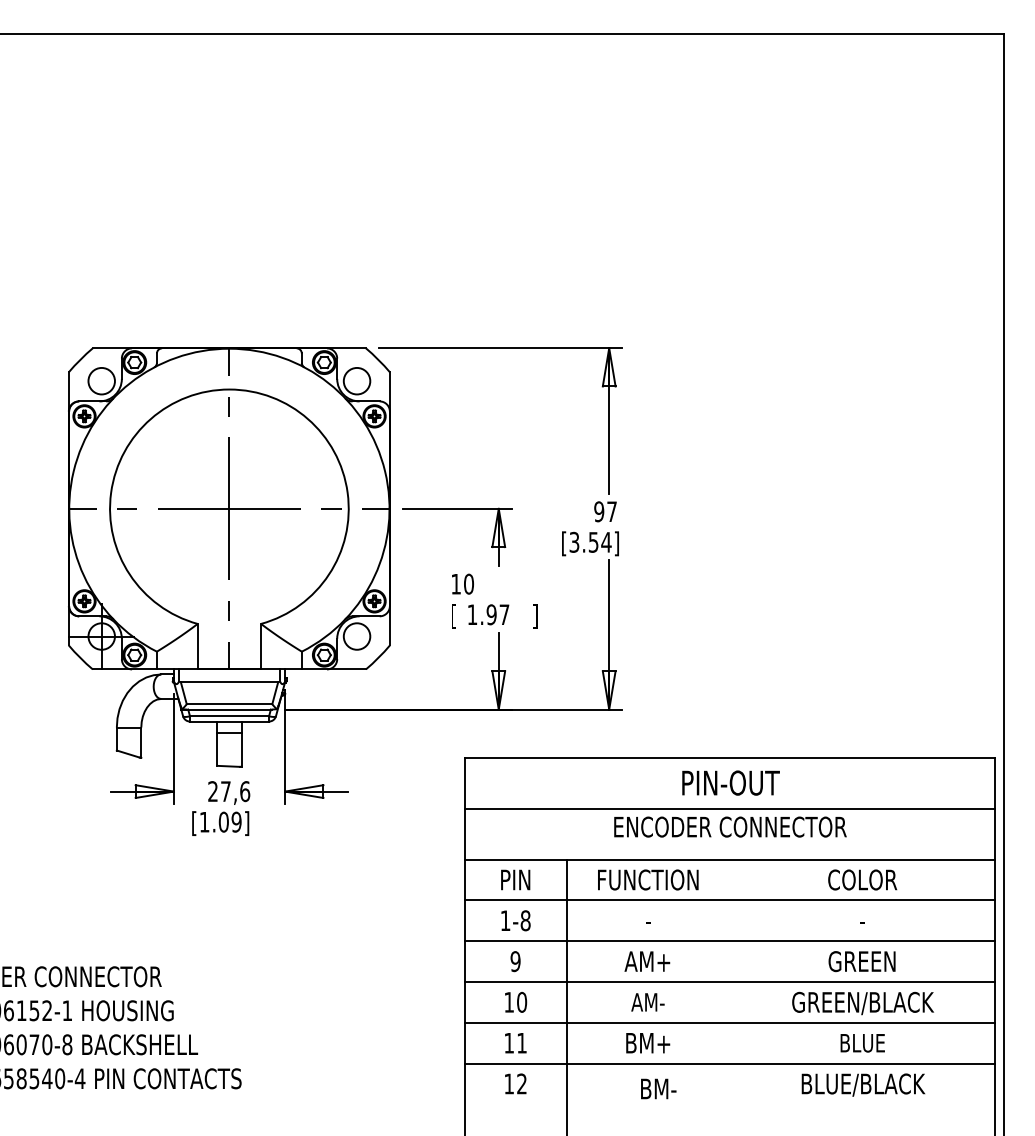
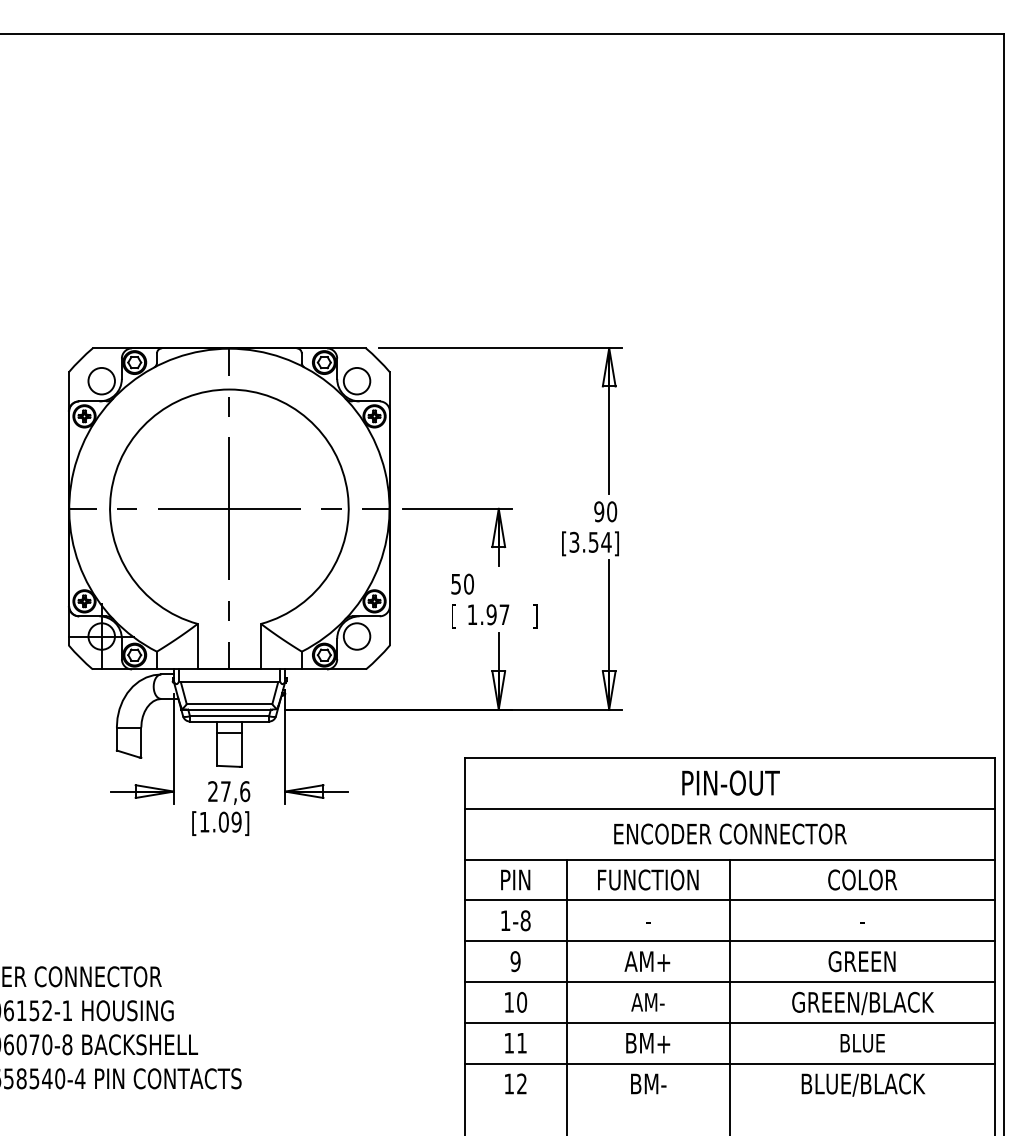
text at (612, 511): 97 -> 90
text at (455, 584): 10 -> 50
text at (730, 826) position: (730, 826) -> (730, 833)
line at (729, 995): none -> present
text at (658, 1088) position: (658, 1088) -> (648, 1083)
